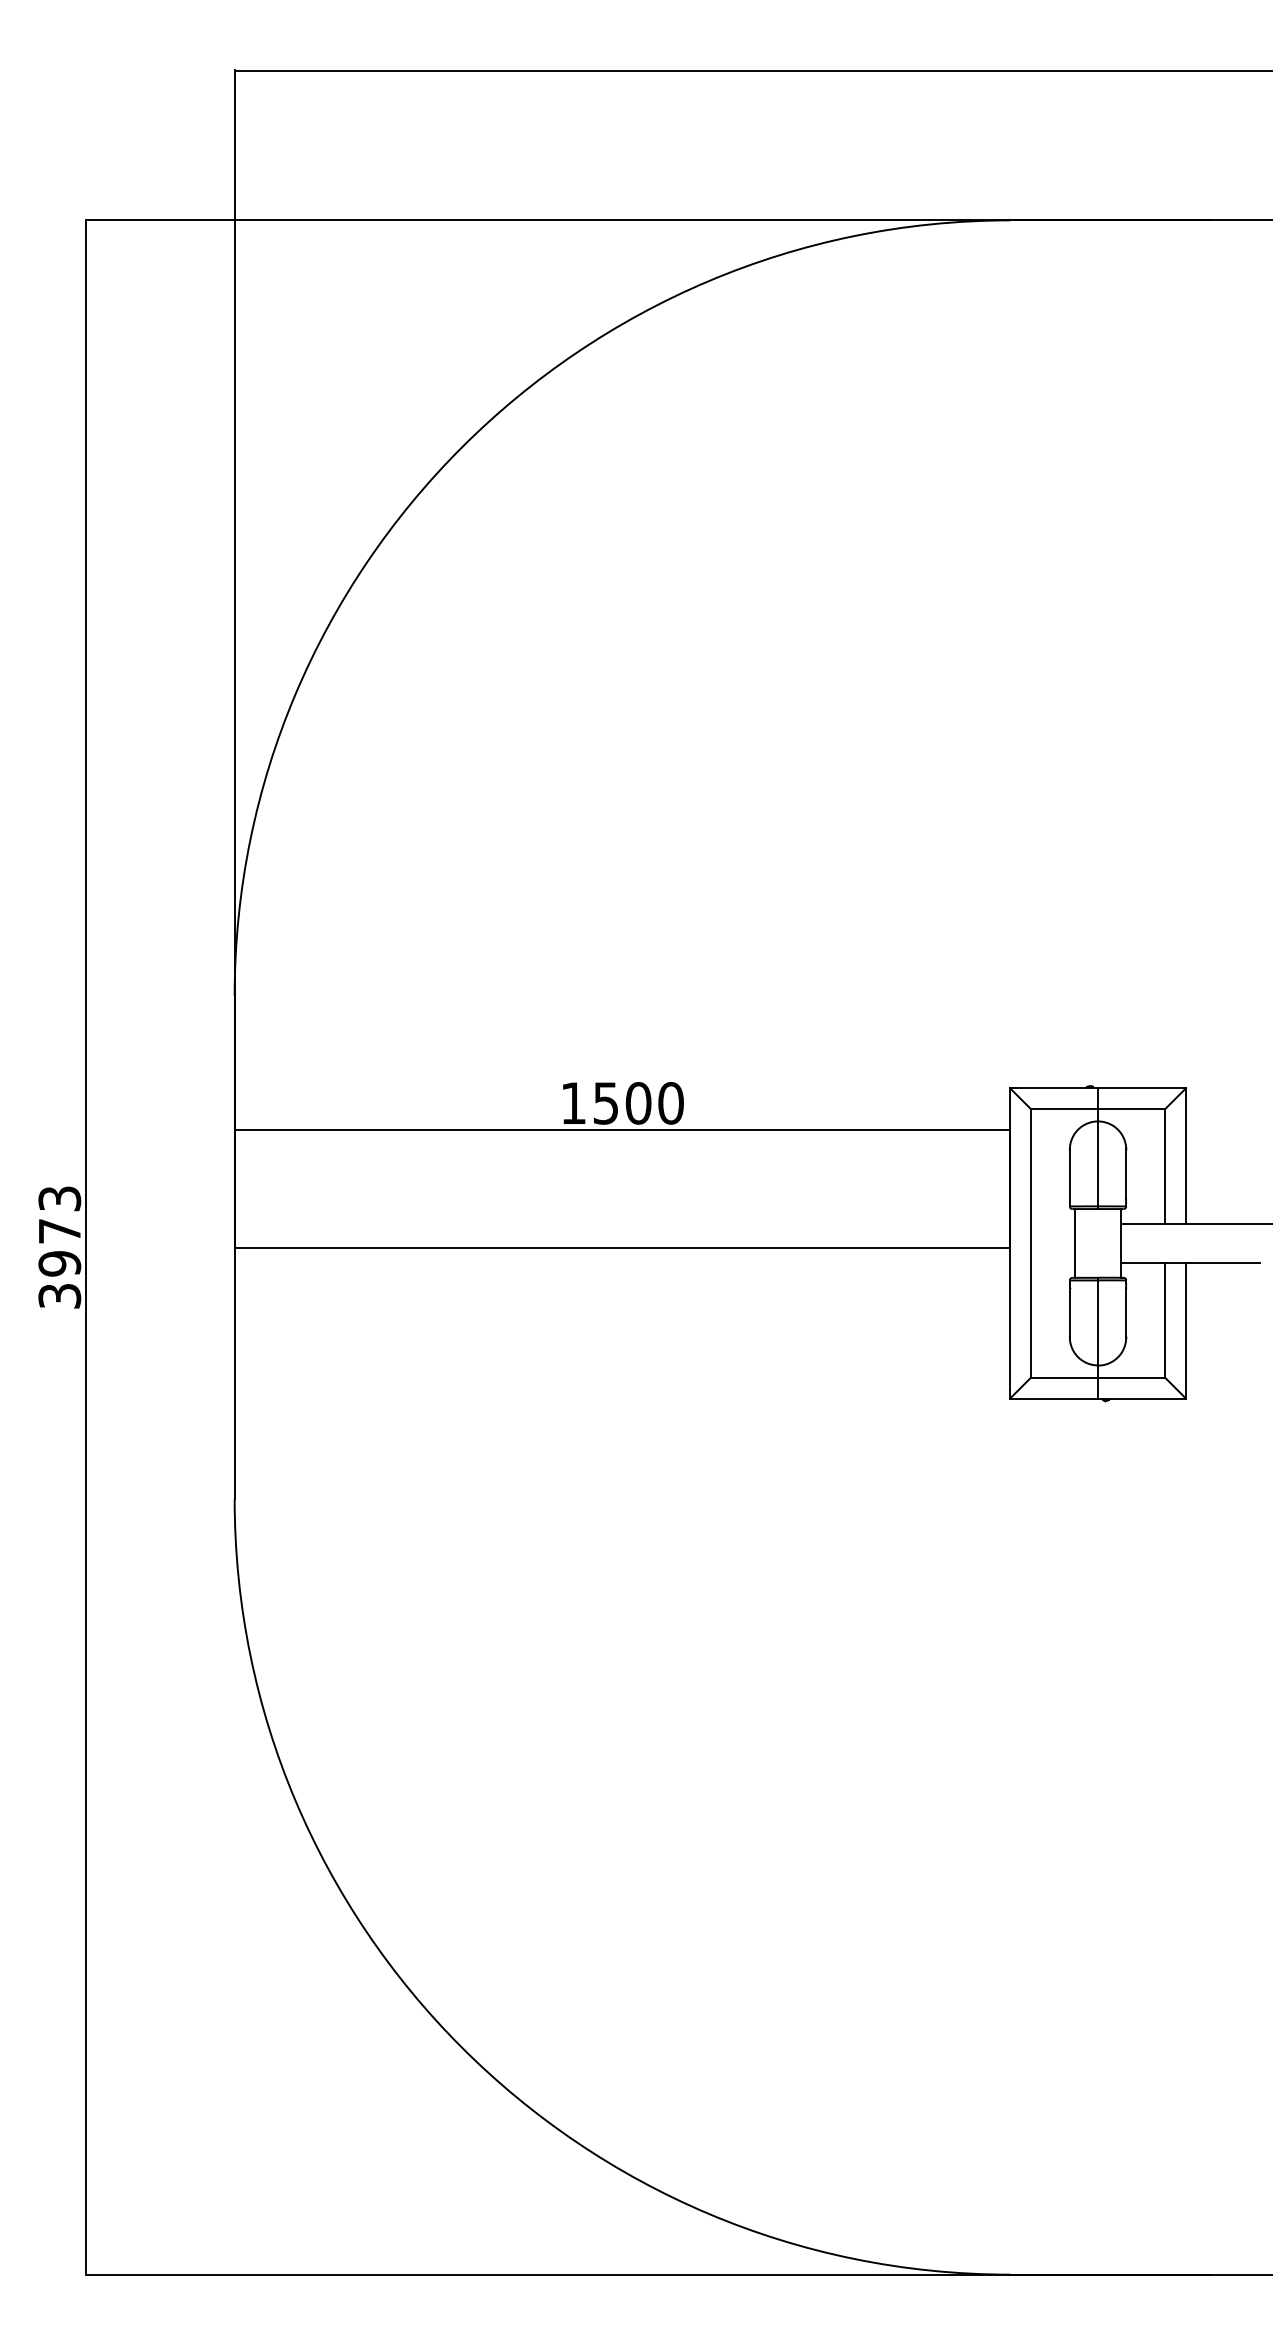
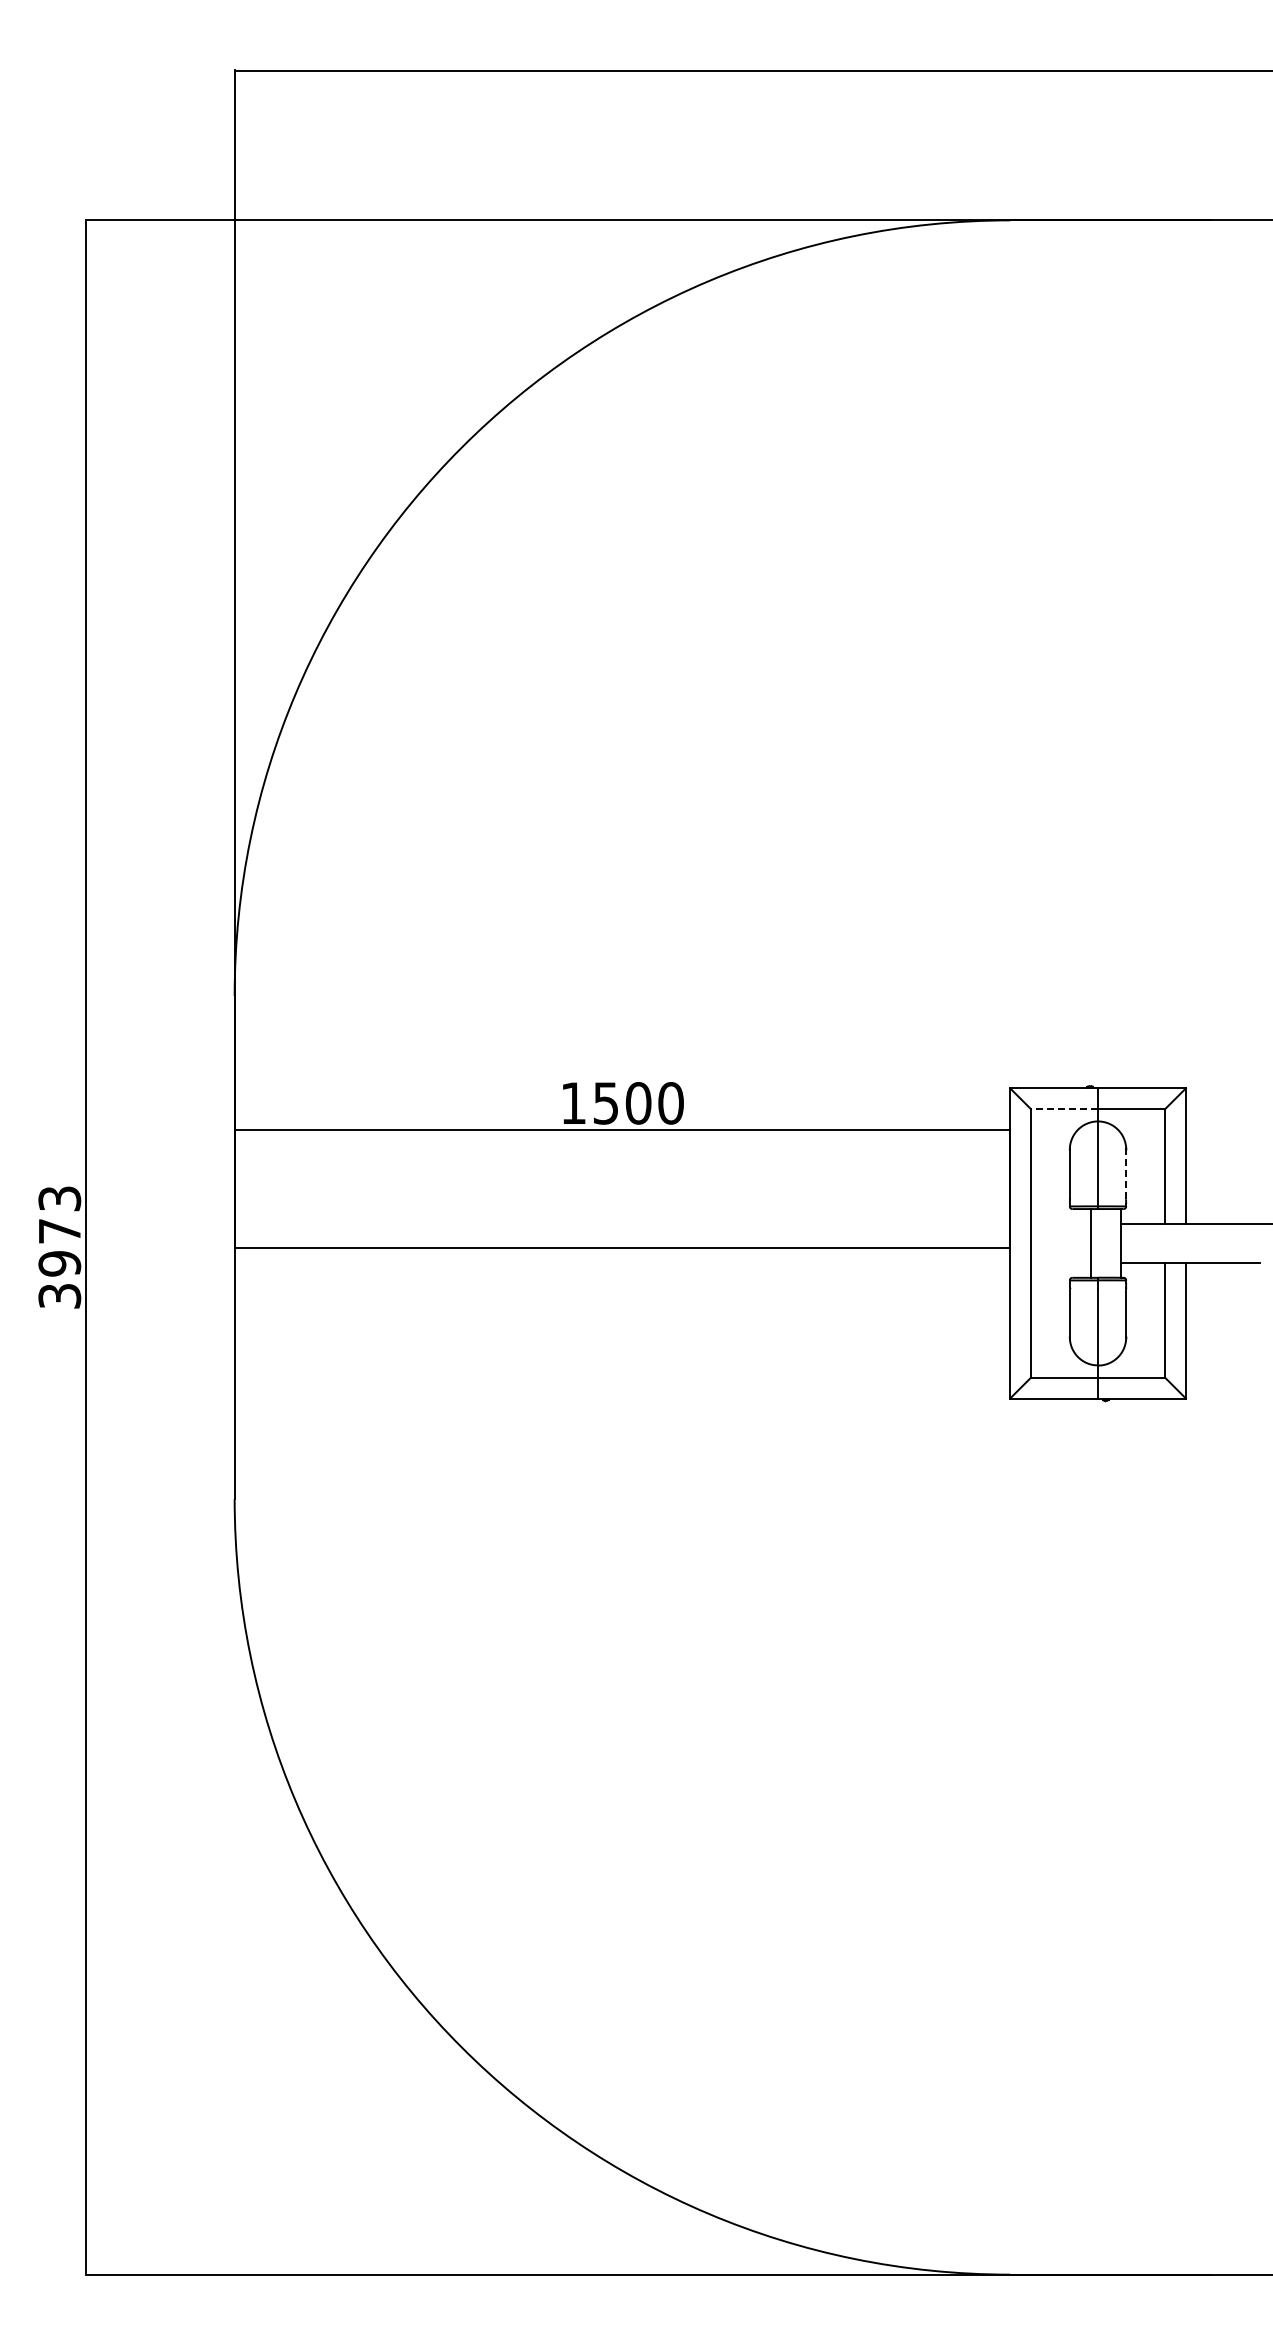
line at (1064, 1109): solid -> dashed
line at (1126, 1174): solid -> dashed
line at (1075, 1243) position: (1075, 1243) -> (1091, 1243)
